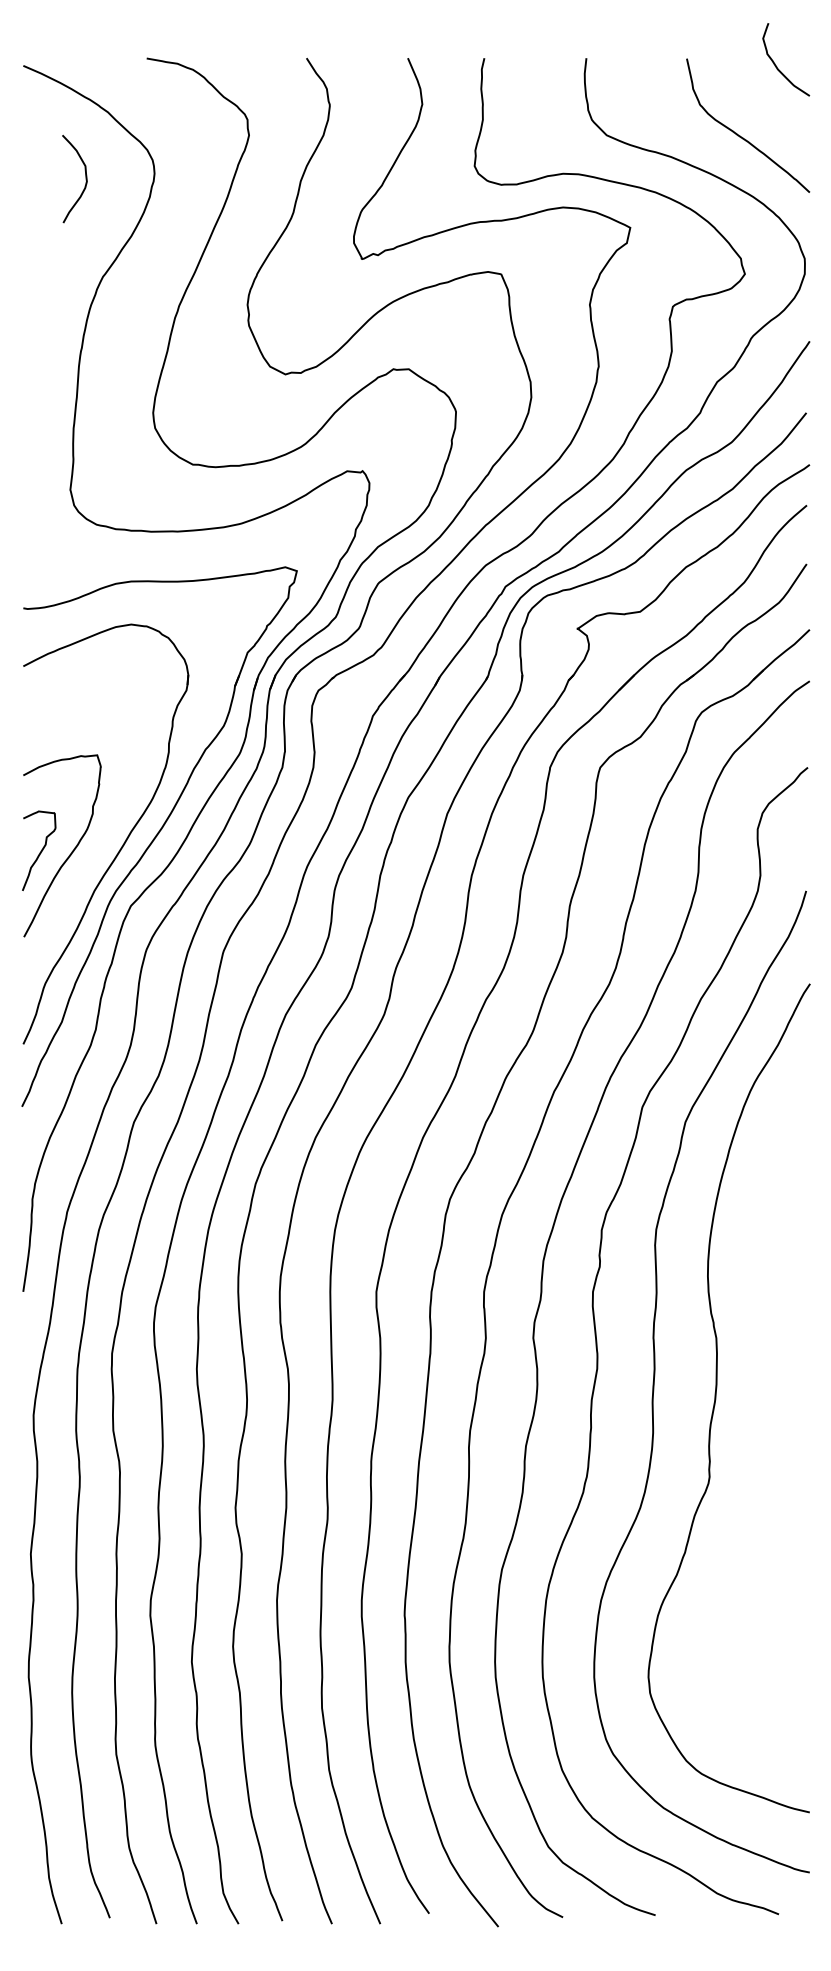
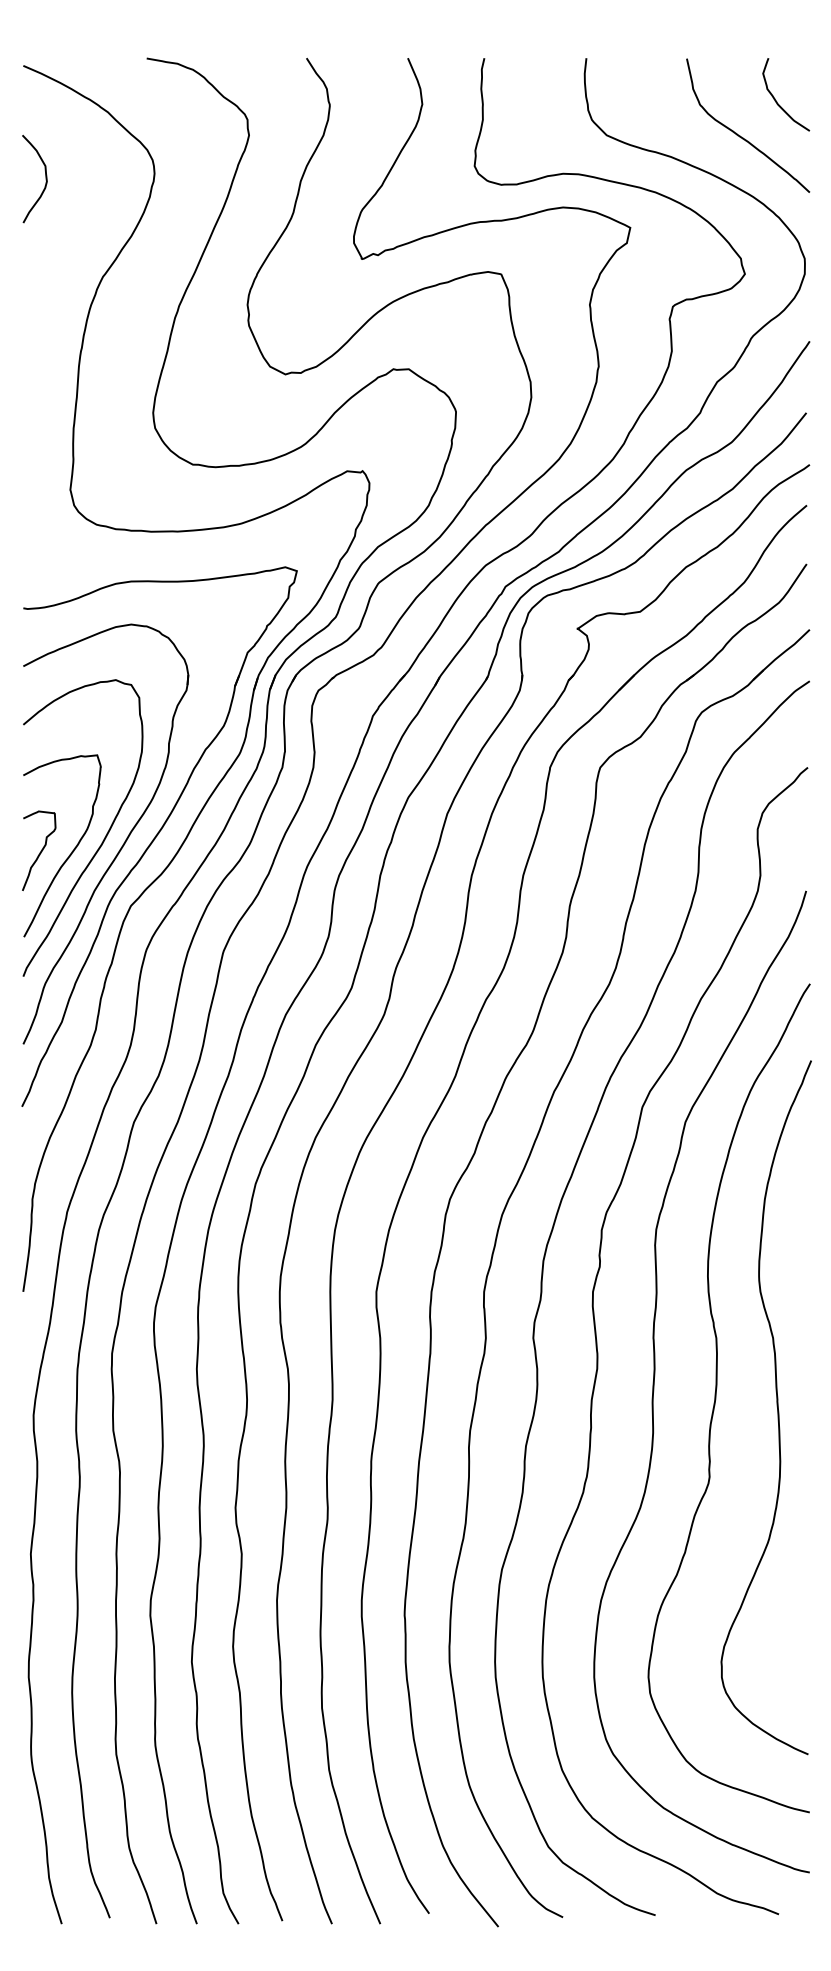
curve at (777, 66) position: (777, 66) -> (777, 101)
curve at (85, 179) position: (85, 179) -> (45, 179)
curve at (104, 837): none -> present
curve at (776, 1406): none -> present
